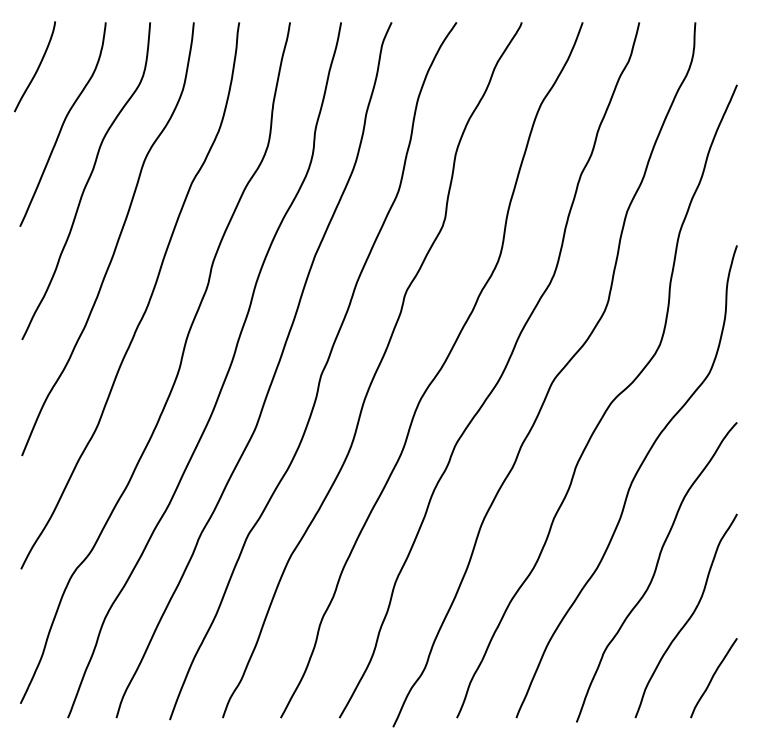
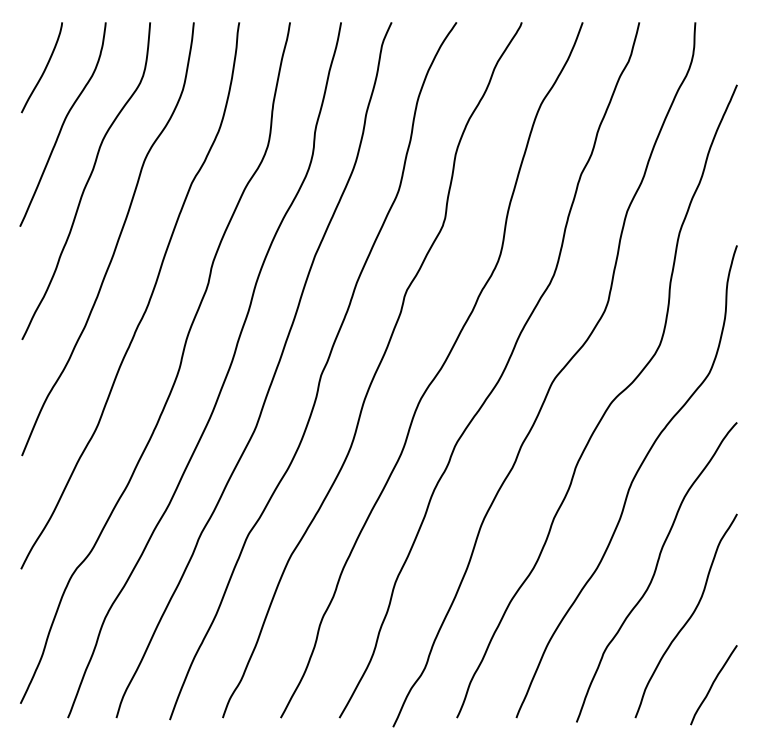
curve at (37, 67) position: (37, 67) -> (44, 68)
curve at (713, 677) position: (713, 677) -> (713, 684)
